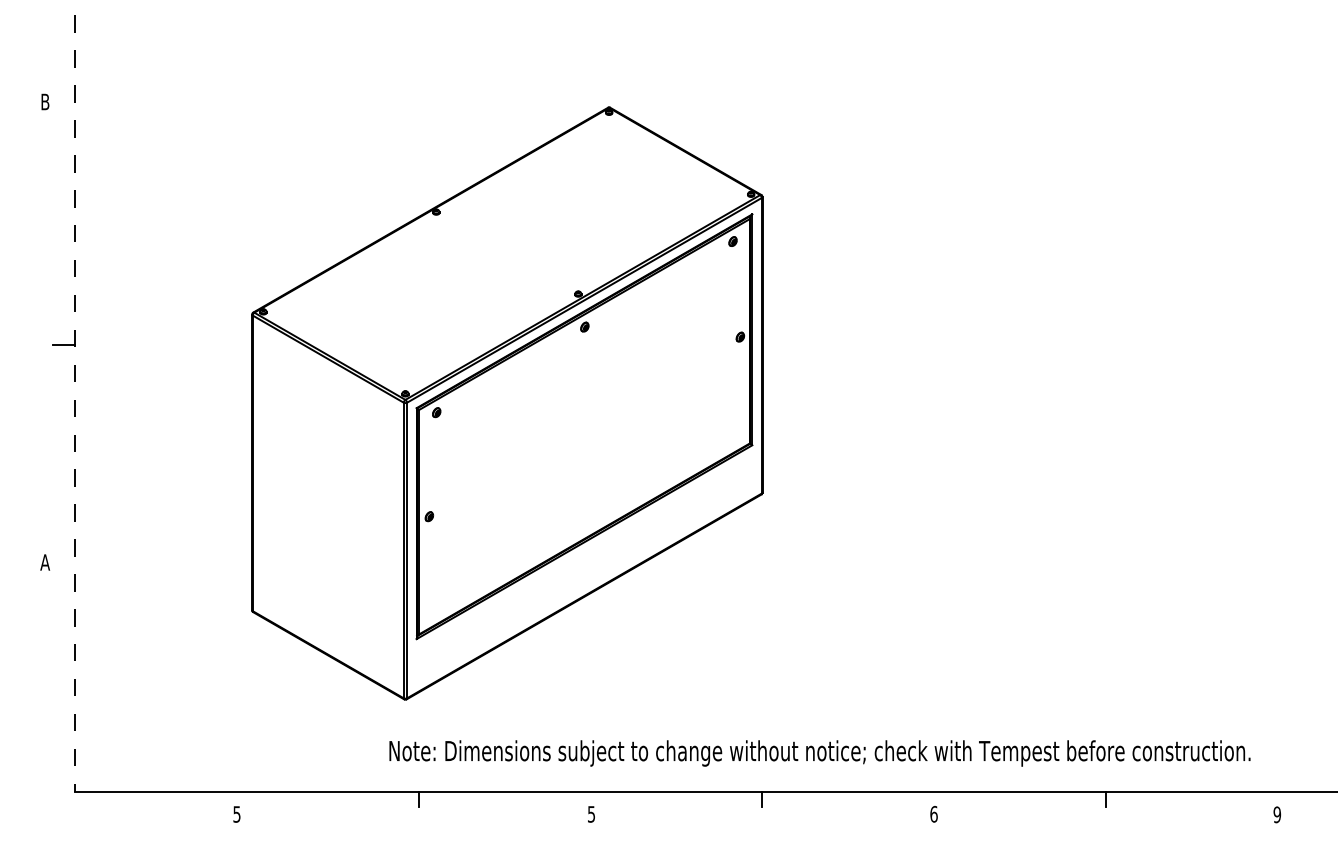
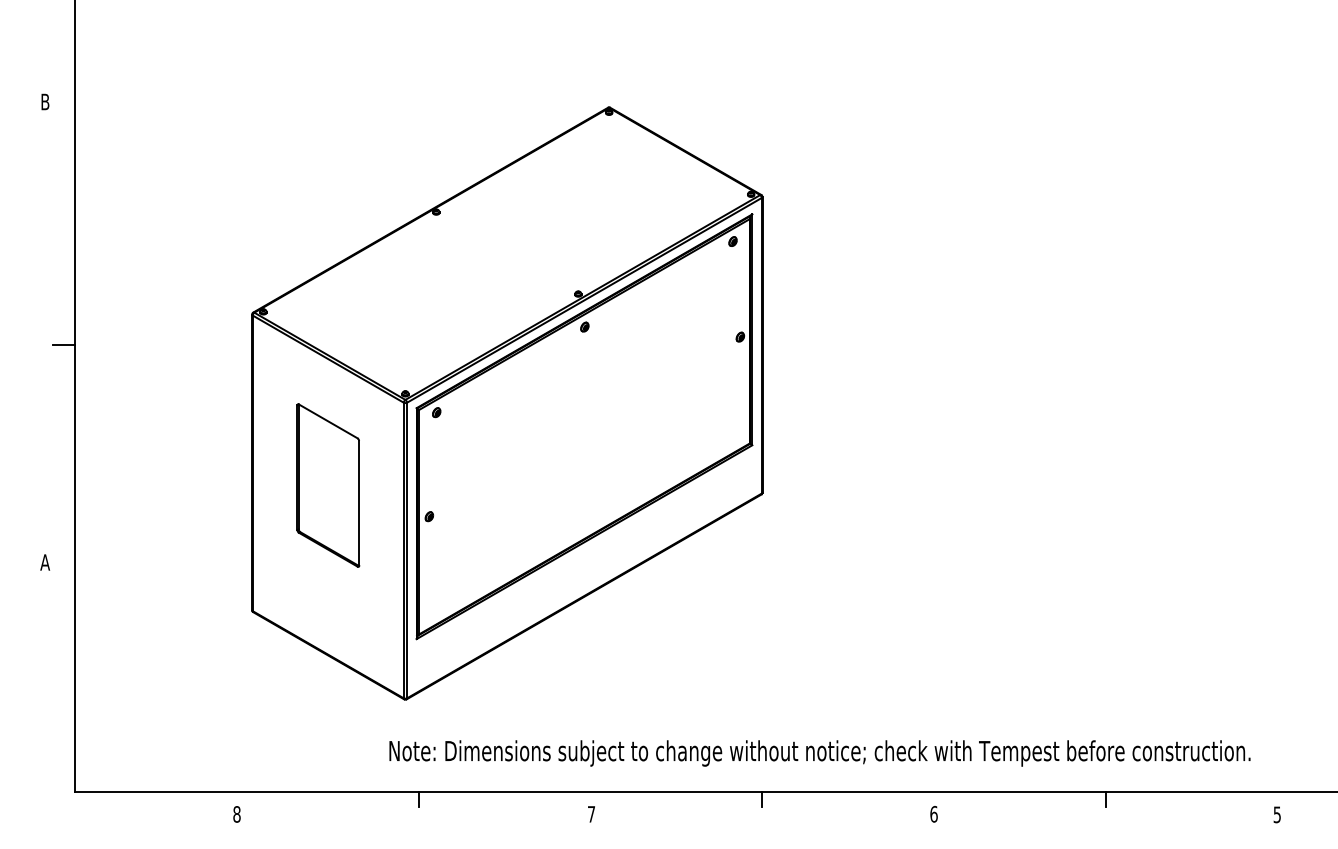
line at (74, 396): dashed -> solid
part at (328, 485): none -> present
text at (236, 814): 5 -> 8
text at (591, 814): 5 -> 7
text at (1277, 814): 9 -> 5
